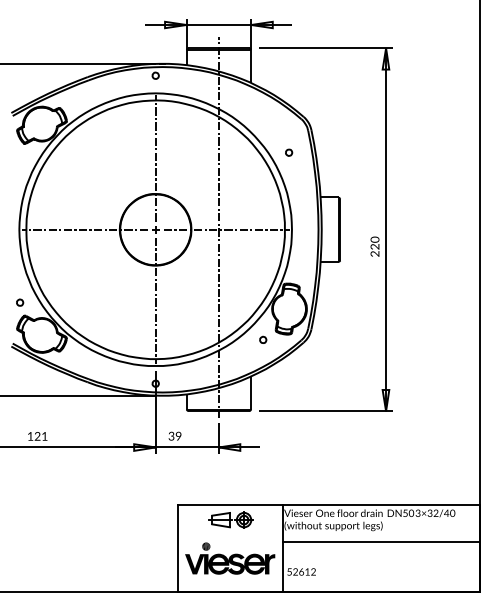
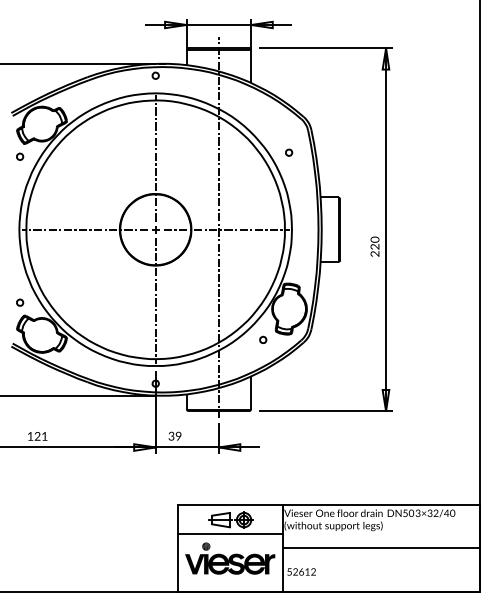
part at (20, 156): none -> present
line at (230, 534): none -> present
line at (381, 542) position: (381, 542) -> (381, 548)
